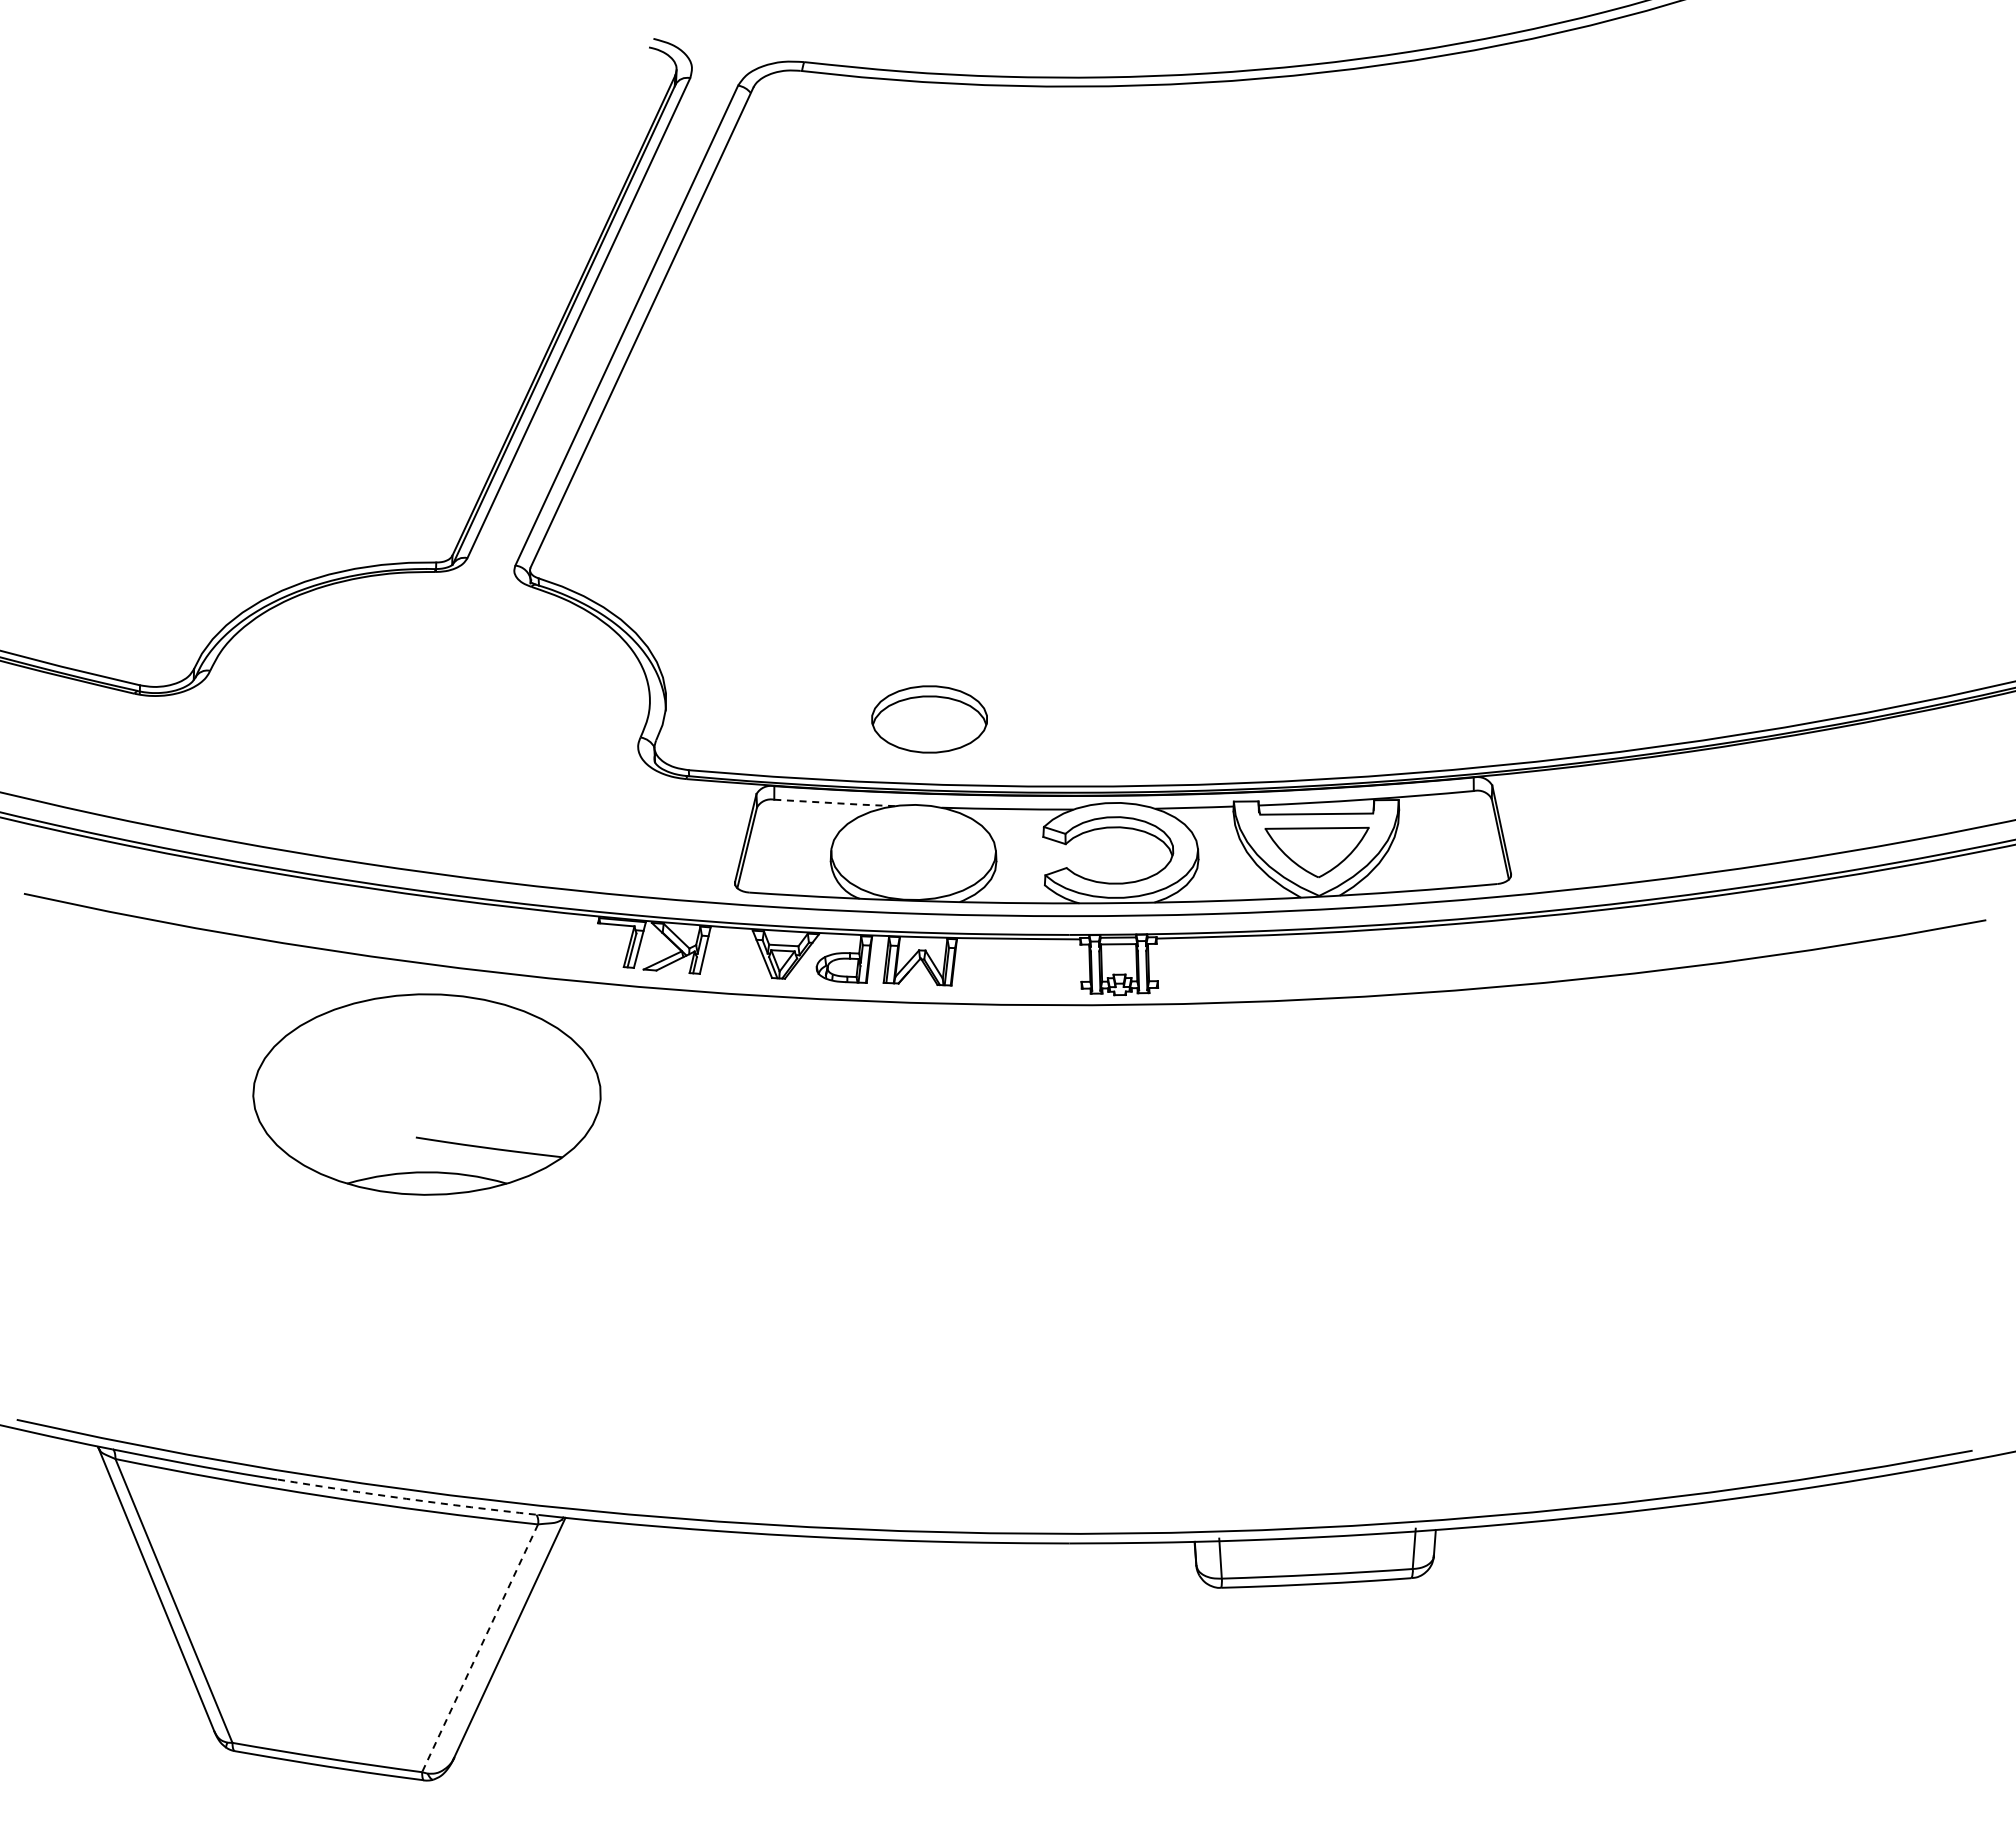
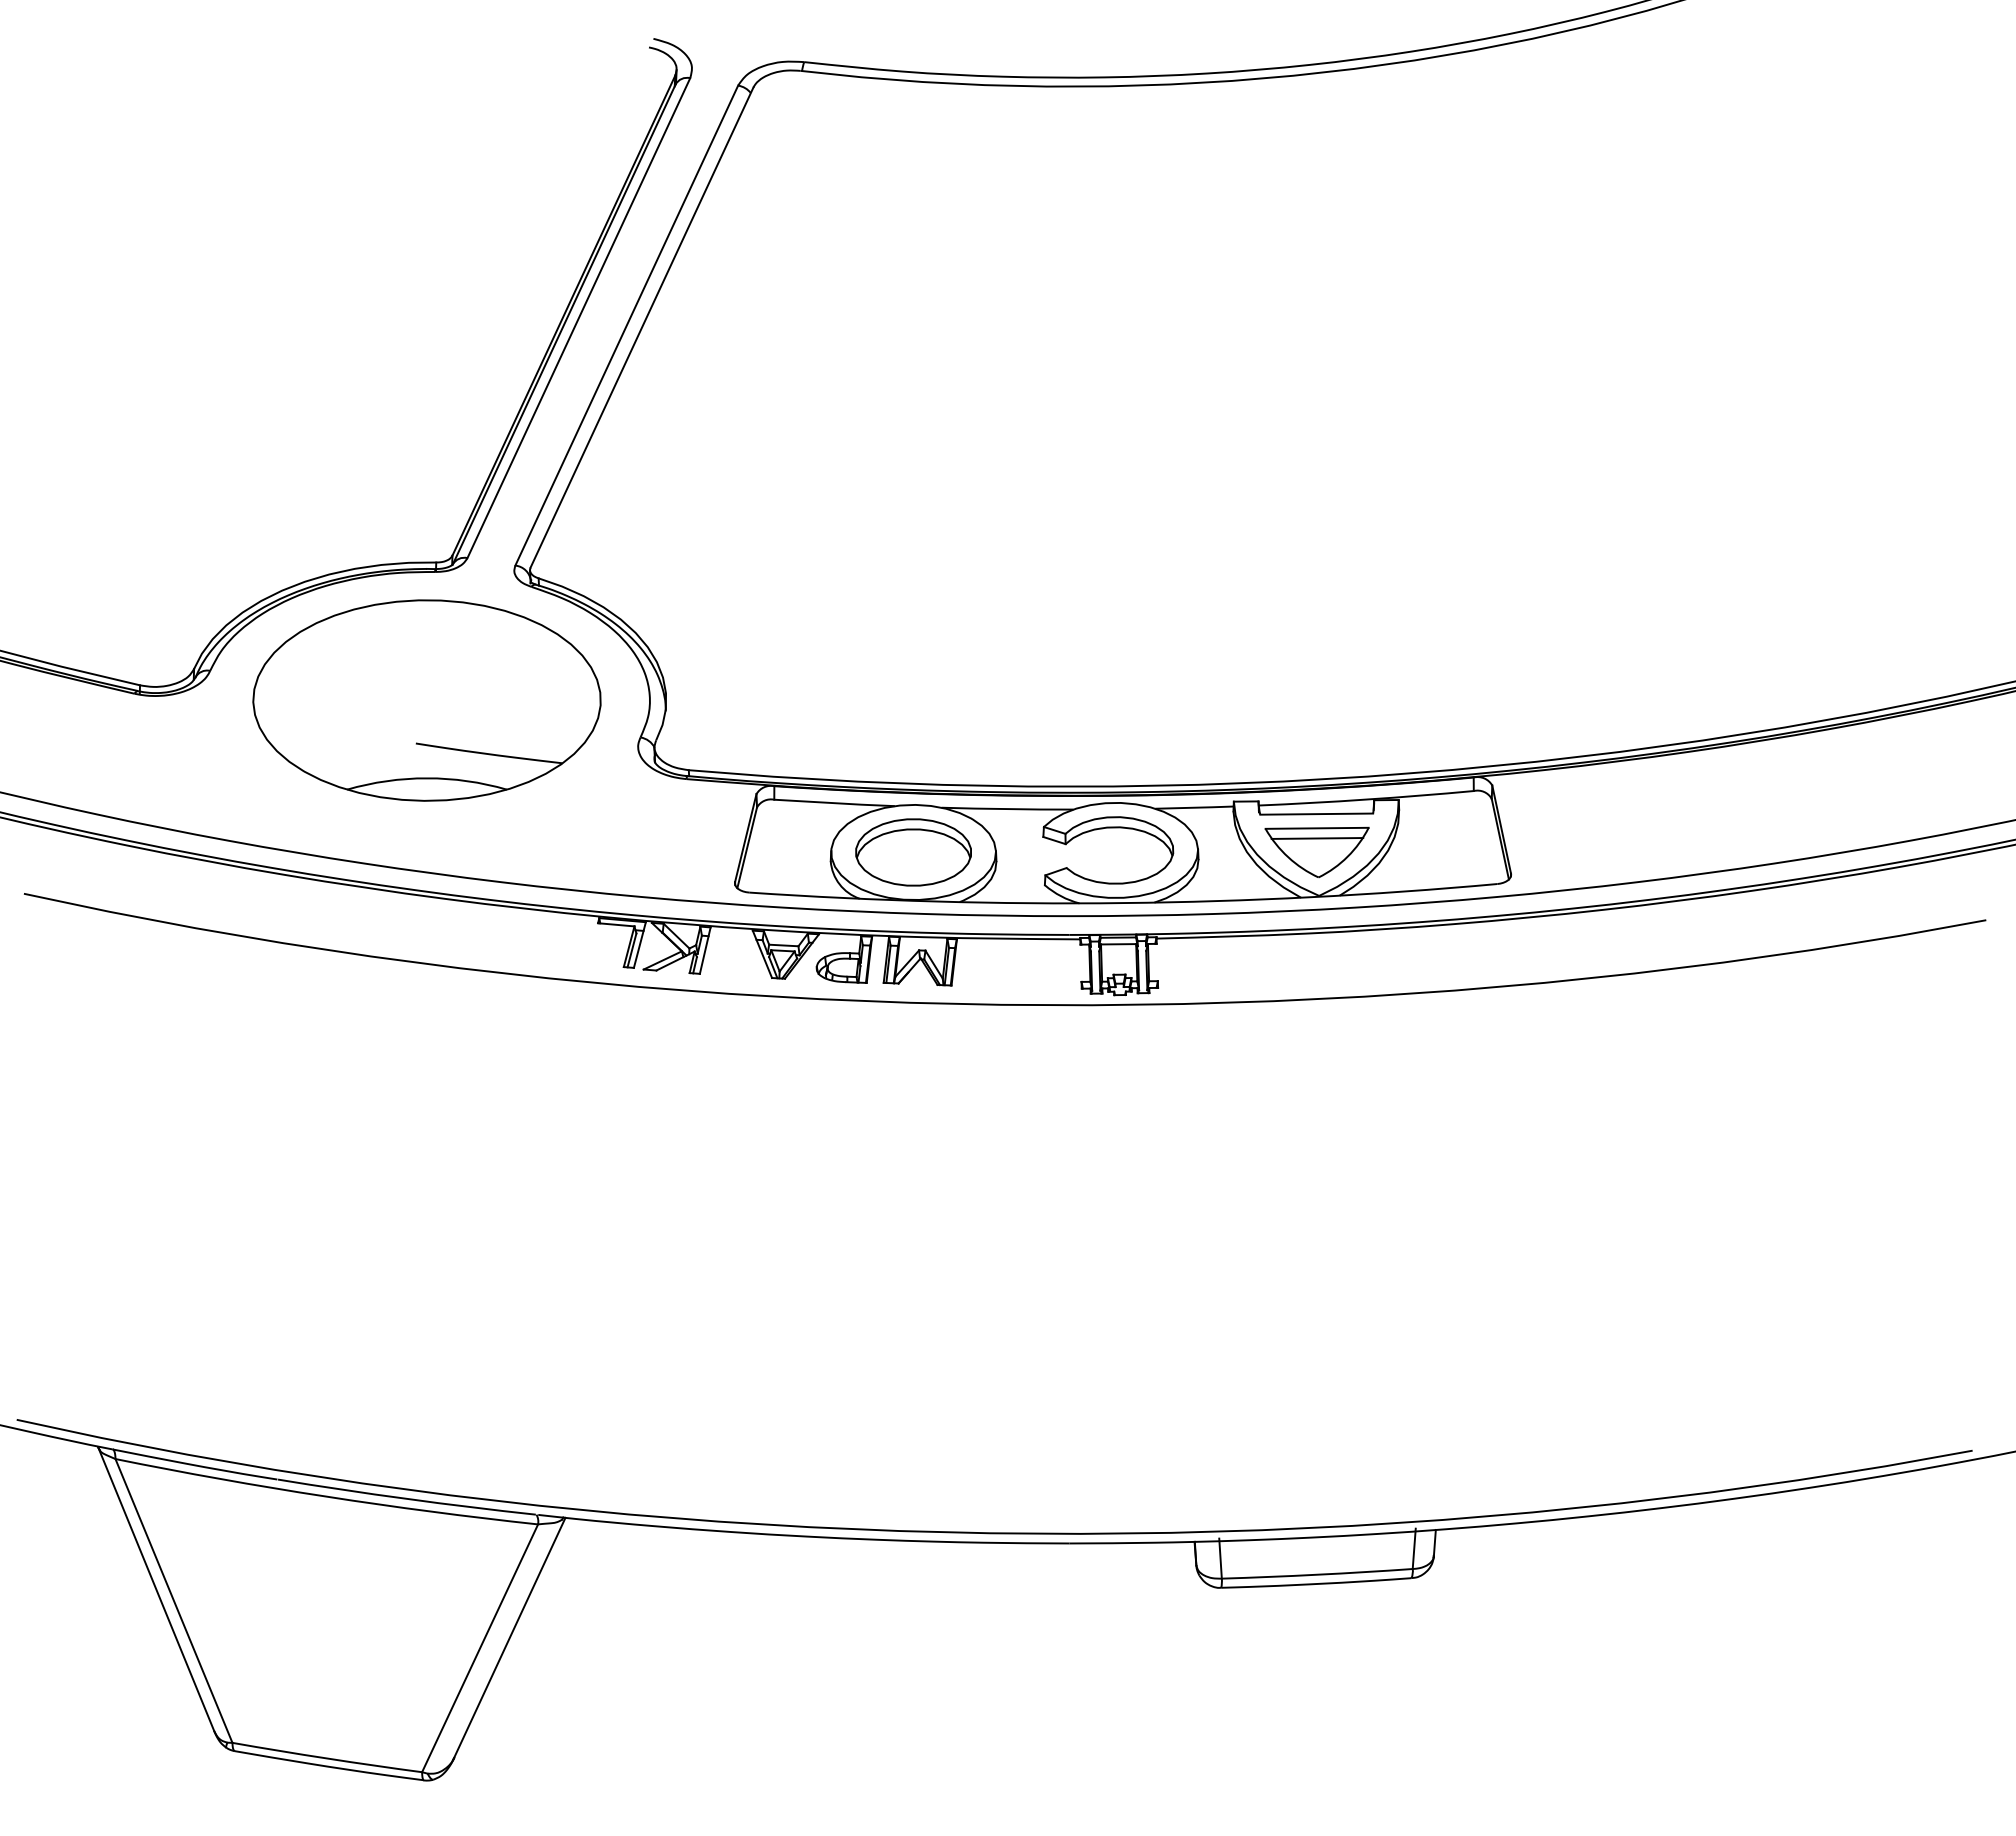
part at (929, 719) position: (929, 719) -> (913, 852)
line at (835, 803): dashed -> solid
line at (1317, 838): none -> present
part at (426, 1094) position: (426, 1094) -> (426, 700)
arc at (406, 1498): dashed -> solid
line at (480, 1648): dashed -> solid
